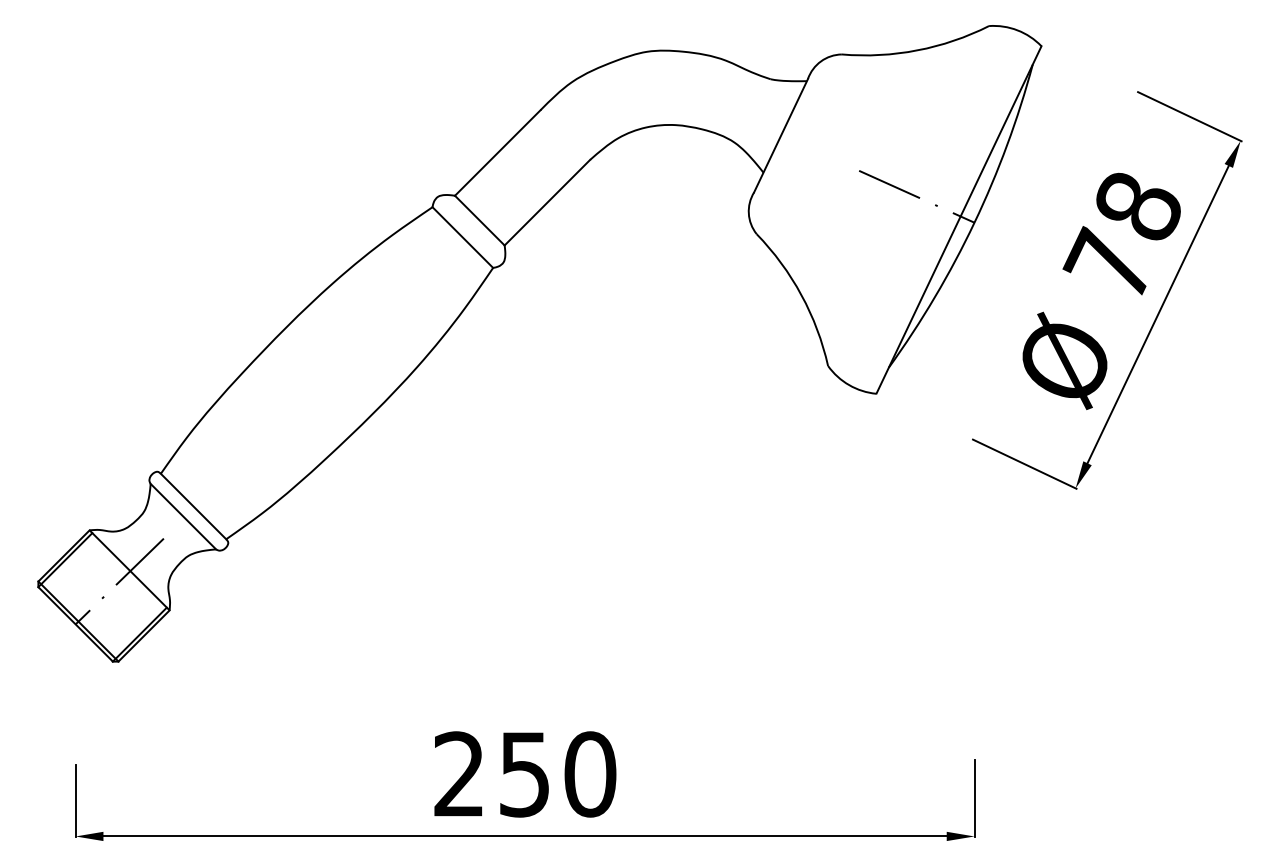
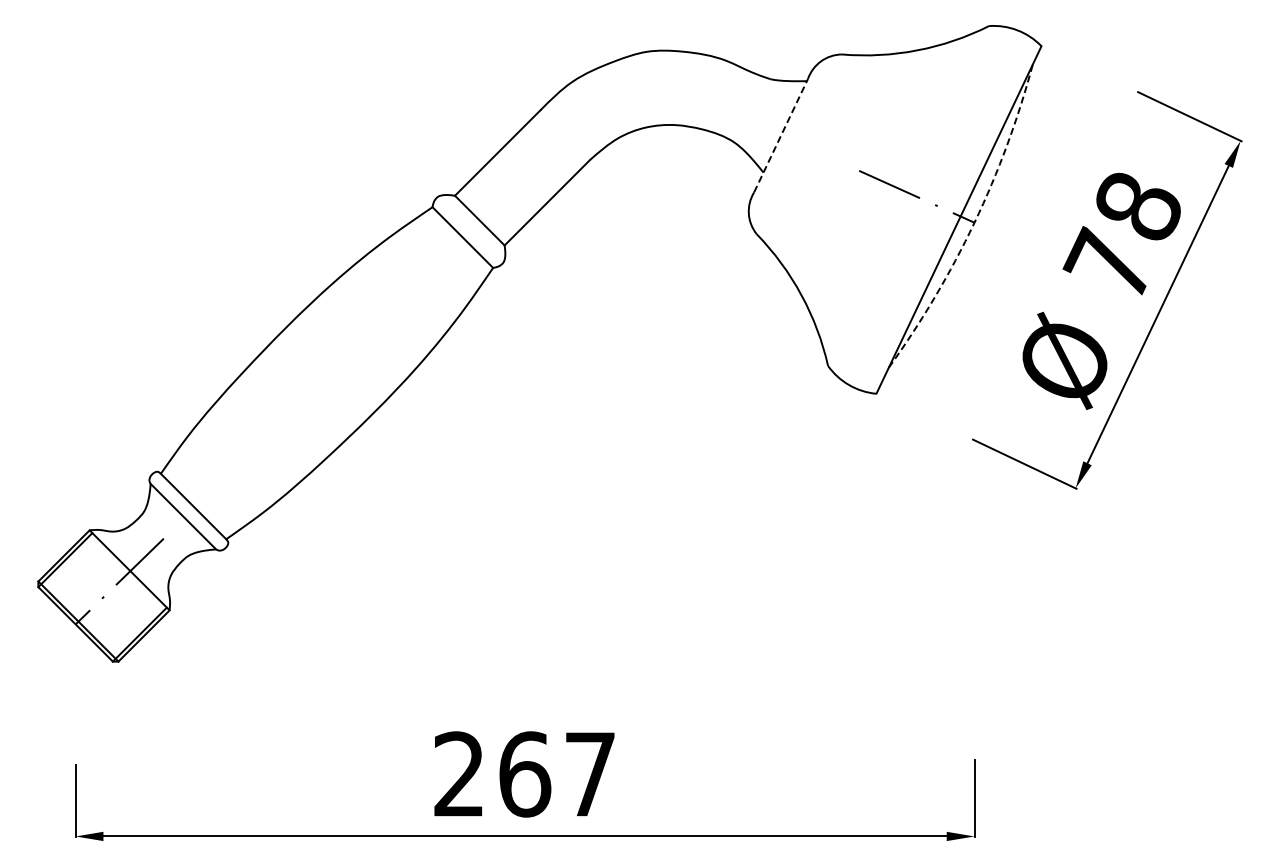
line at (781, 135): solid -> dashed
arc at (974, 222): solid -> dashed
text at (557, 774): 250 -> 267
